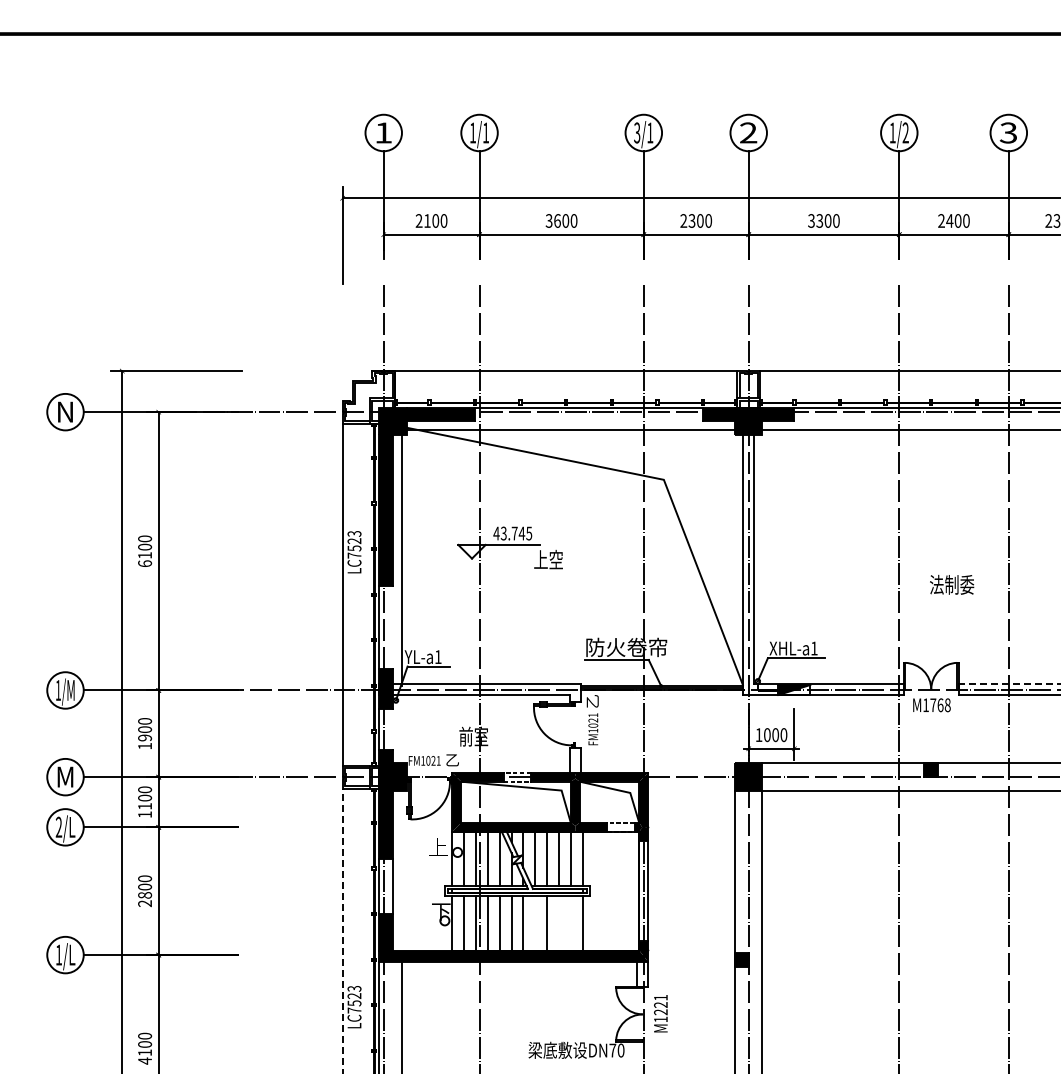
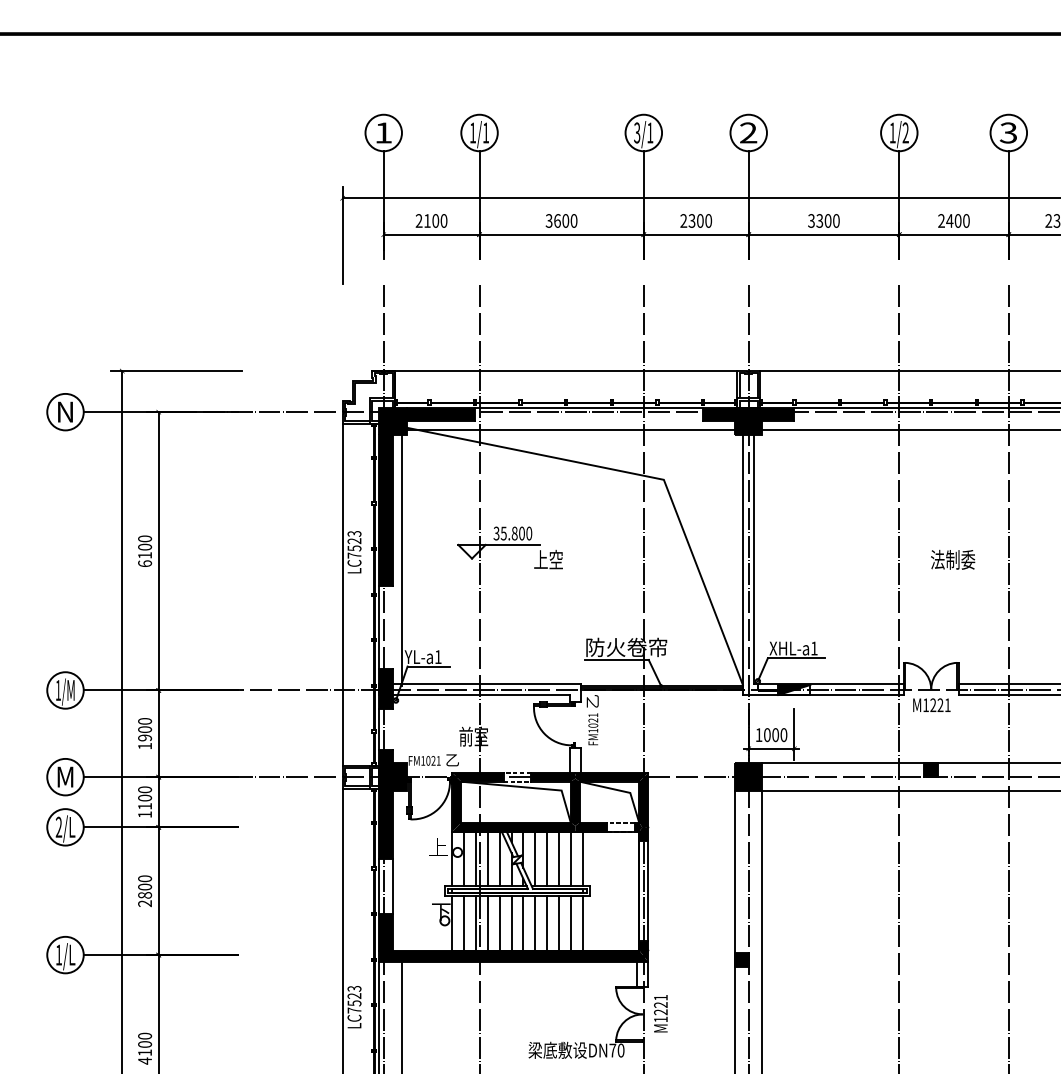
text at (512, 533): 43.745 -> 35.800
text at (952, 584) position: (952, 584) -> (953, 559)
line at (1009, 684): dashed -> solid
text at (940, 705): M1768 -> M1221
line at (535, 923): none -> present
line at (558, 923): none -> present
line at (570, 923): none -> present
line at (342, 931): dashed -> solid
